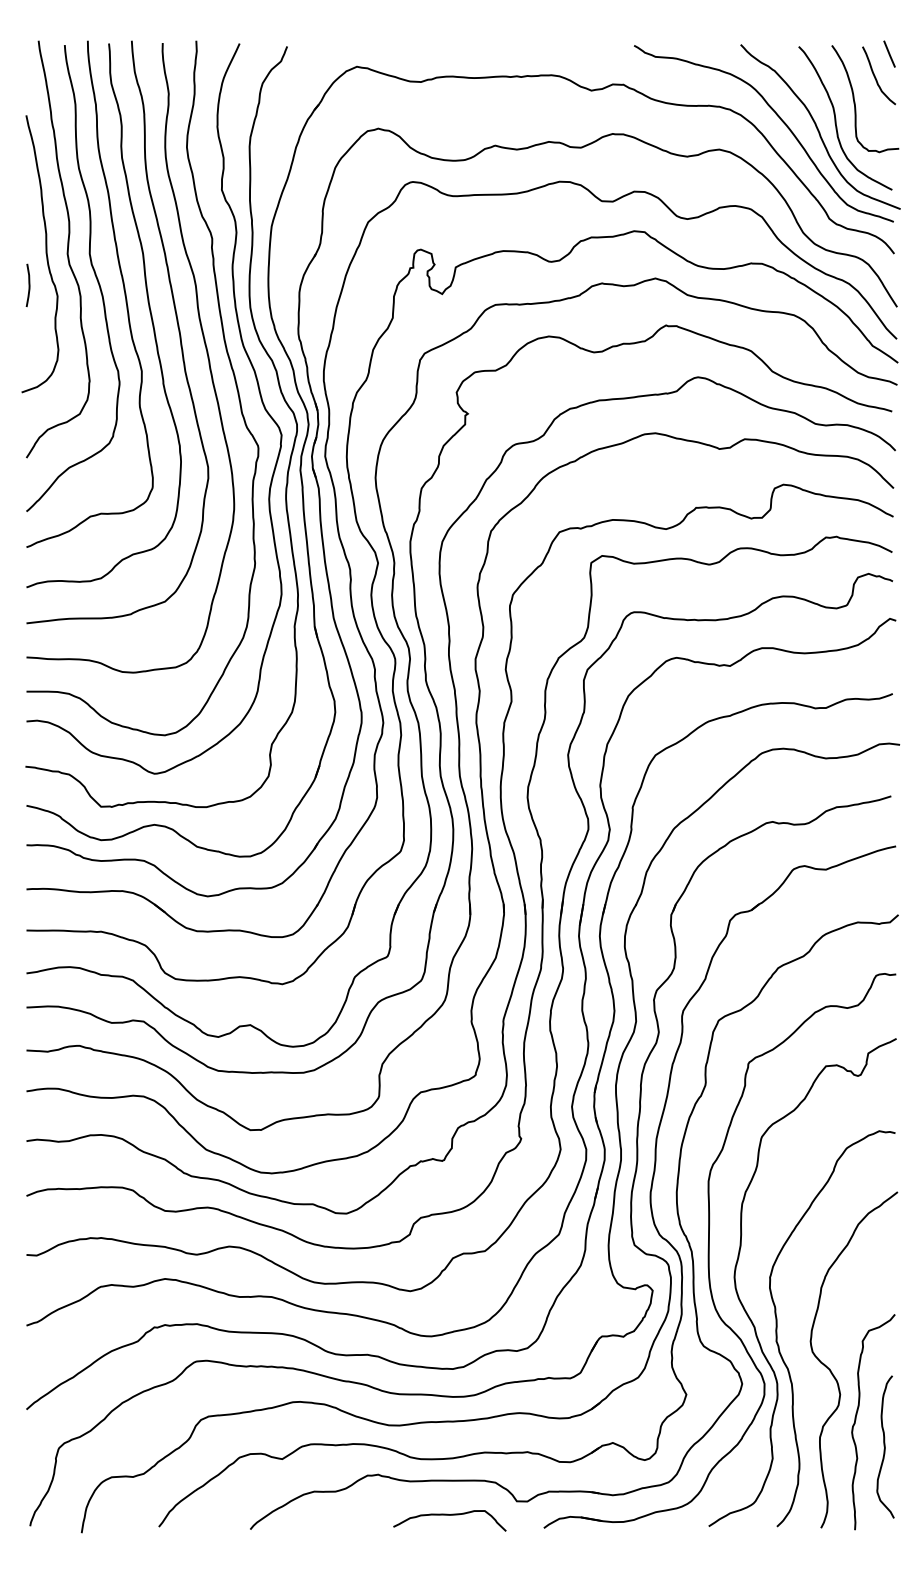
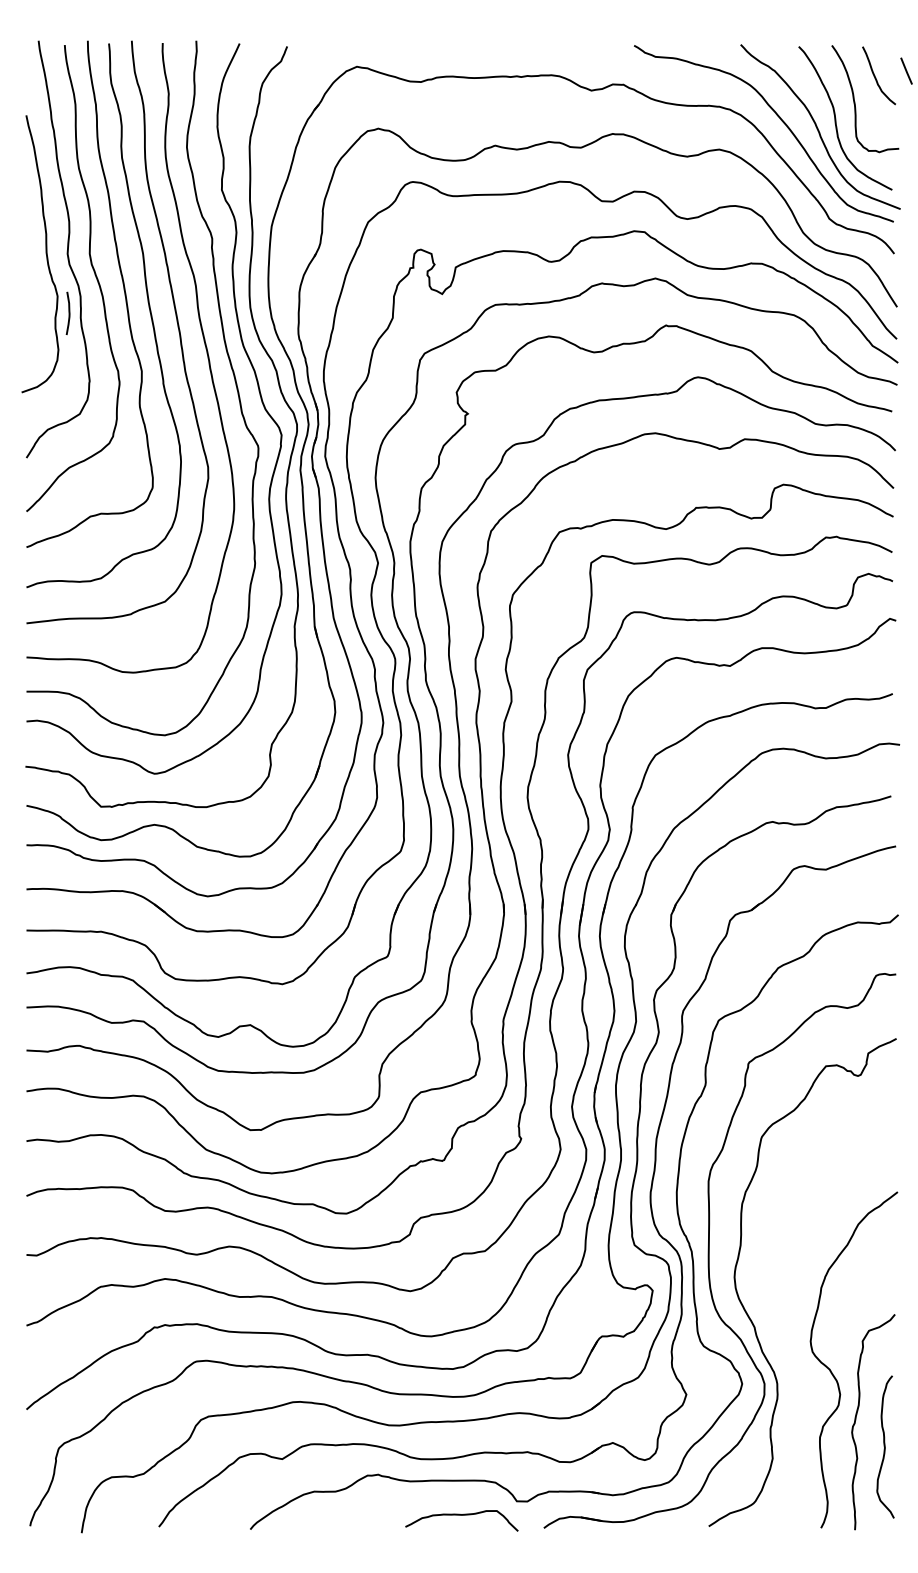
line at (889, 53) position: (889, 53) -> (906, 70)
curve at (28, 285) position: (28, 285) -> (68, 313)
curve at (777, 1328): present -> none
curve at (449, 1515) position: (449, 1515) -> (461, 1515)
